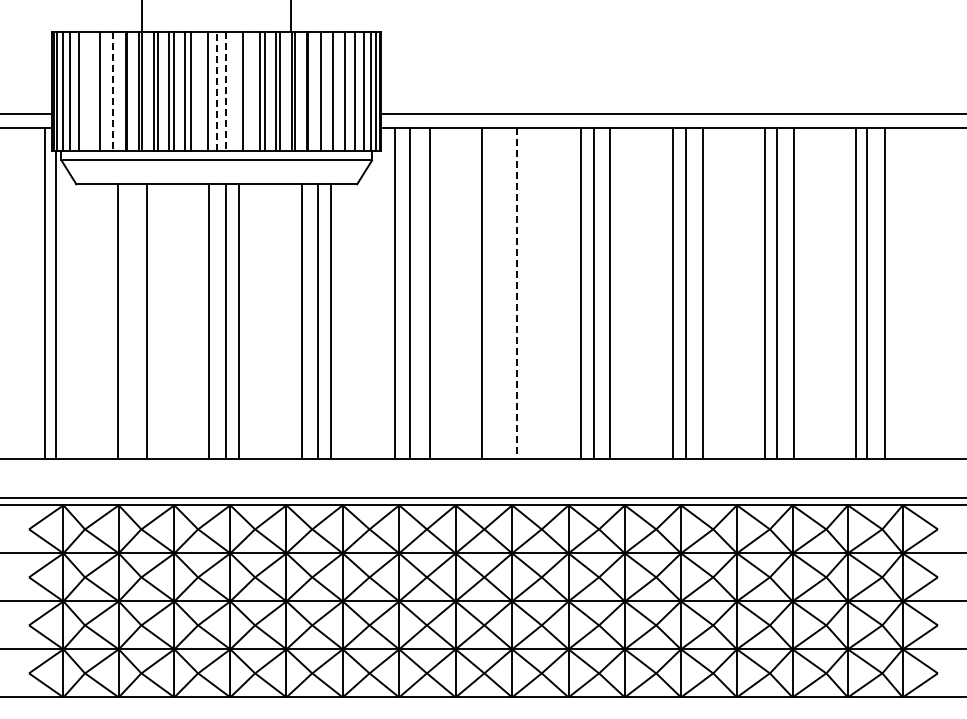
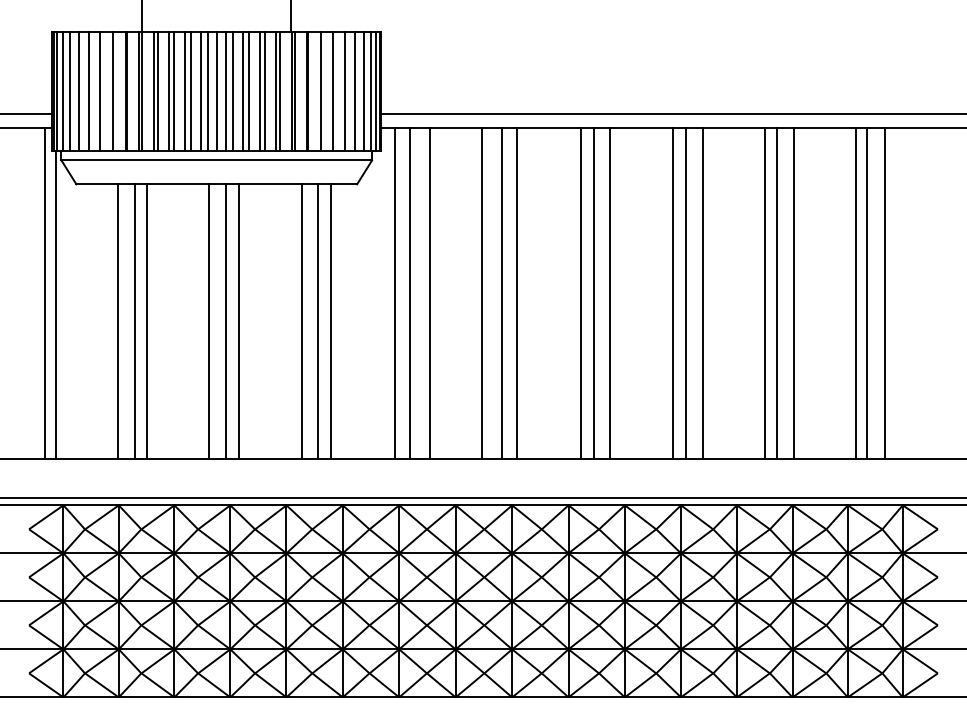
line at (88, 91): none -> present
line at (113, 91): dashed -> solid
line at (200, 91): none -> present
line at (216, 91): dashed -> solid
line at (225, 91): dashed -> solid
line at (233, 91): none -> present
line at (249, 91): none -> present
line at (502, 293): none -> present
line at (517, 294): dashed -> solid
line at (134, 321): none -> present
